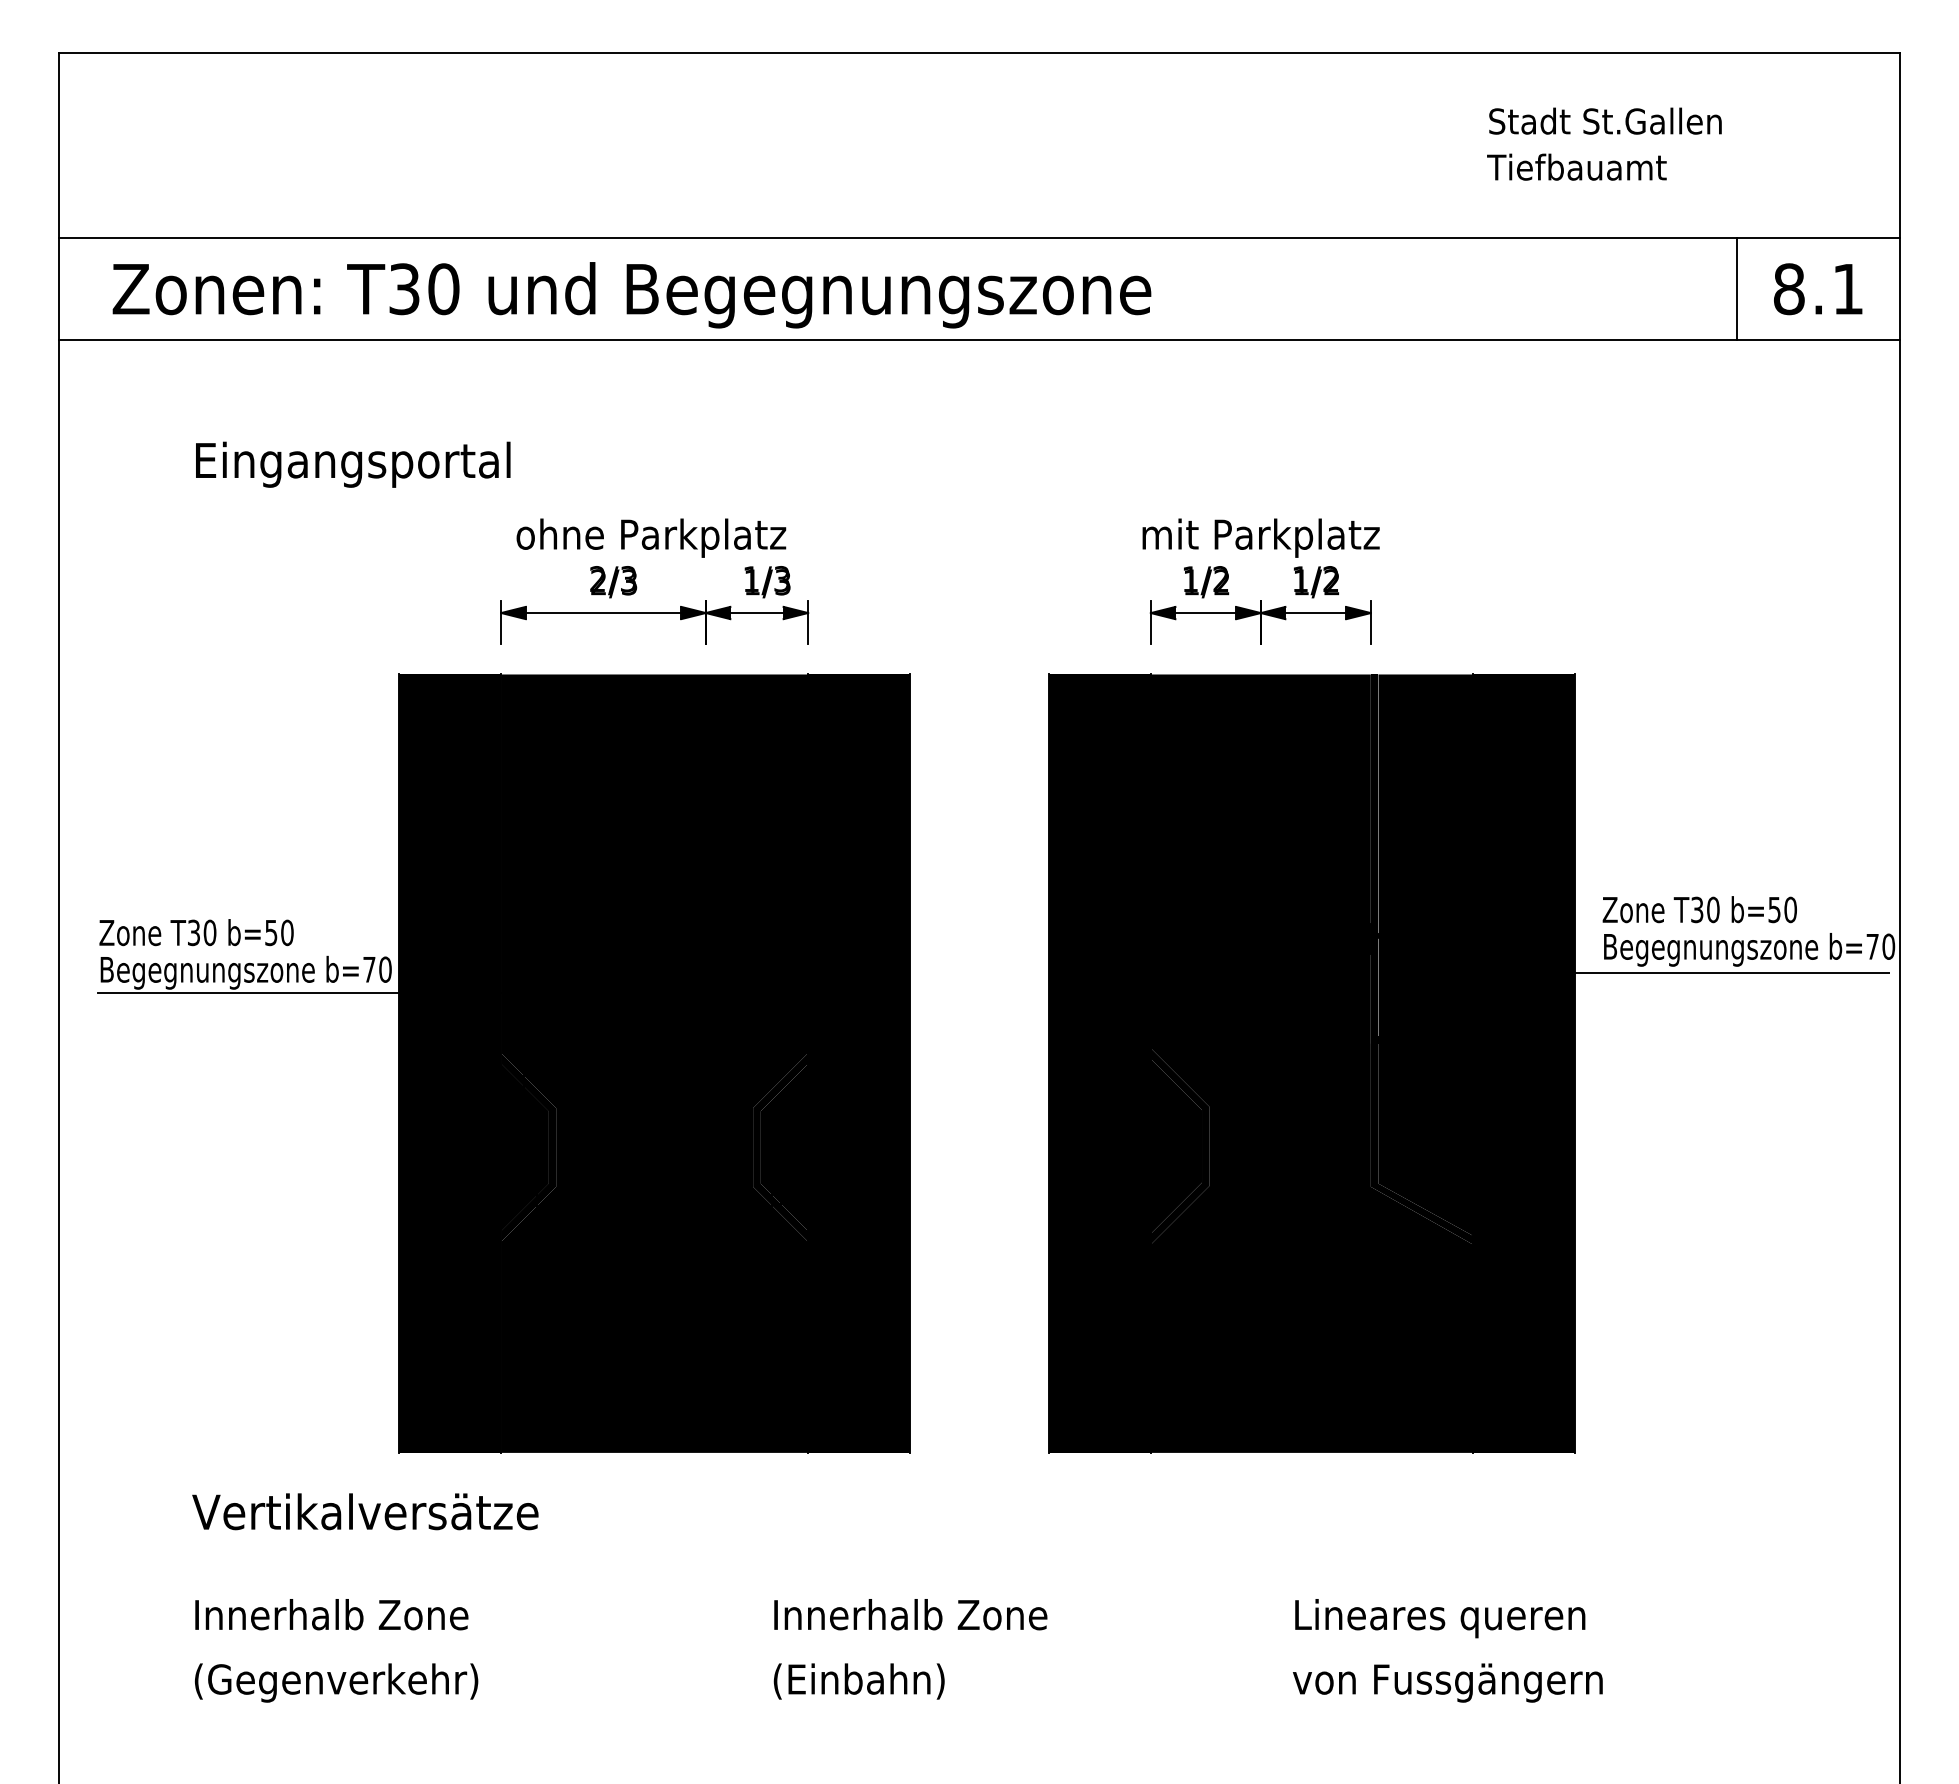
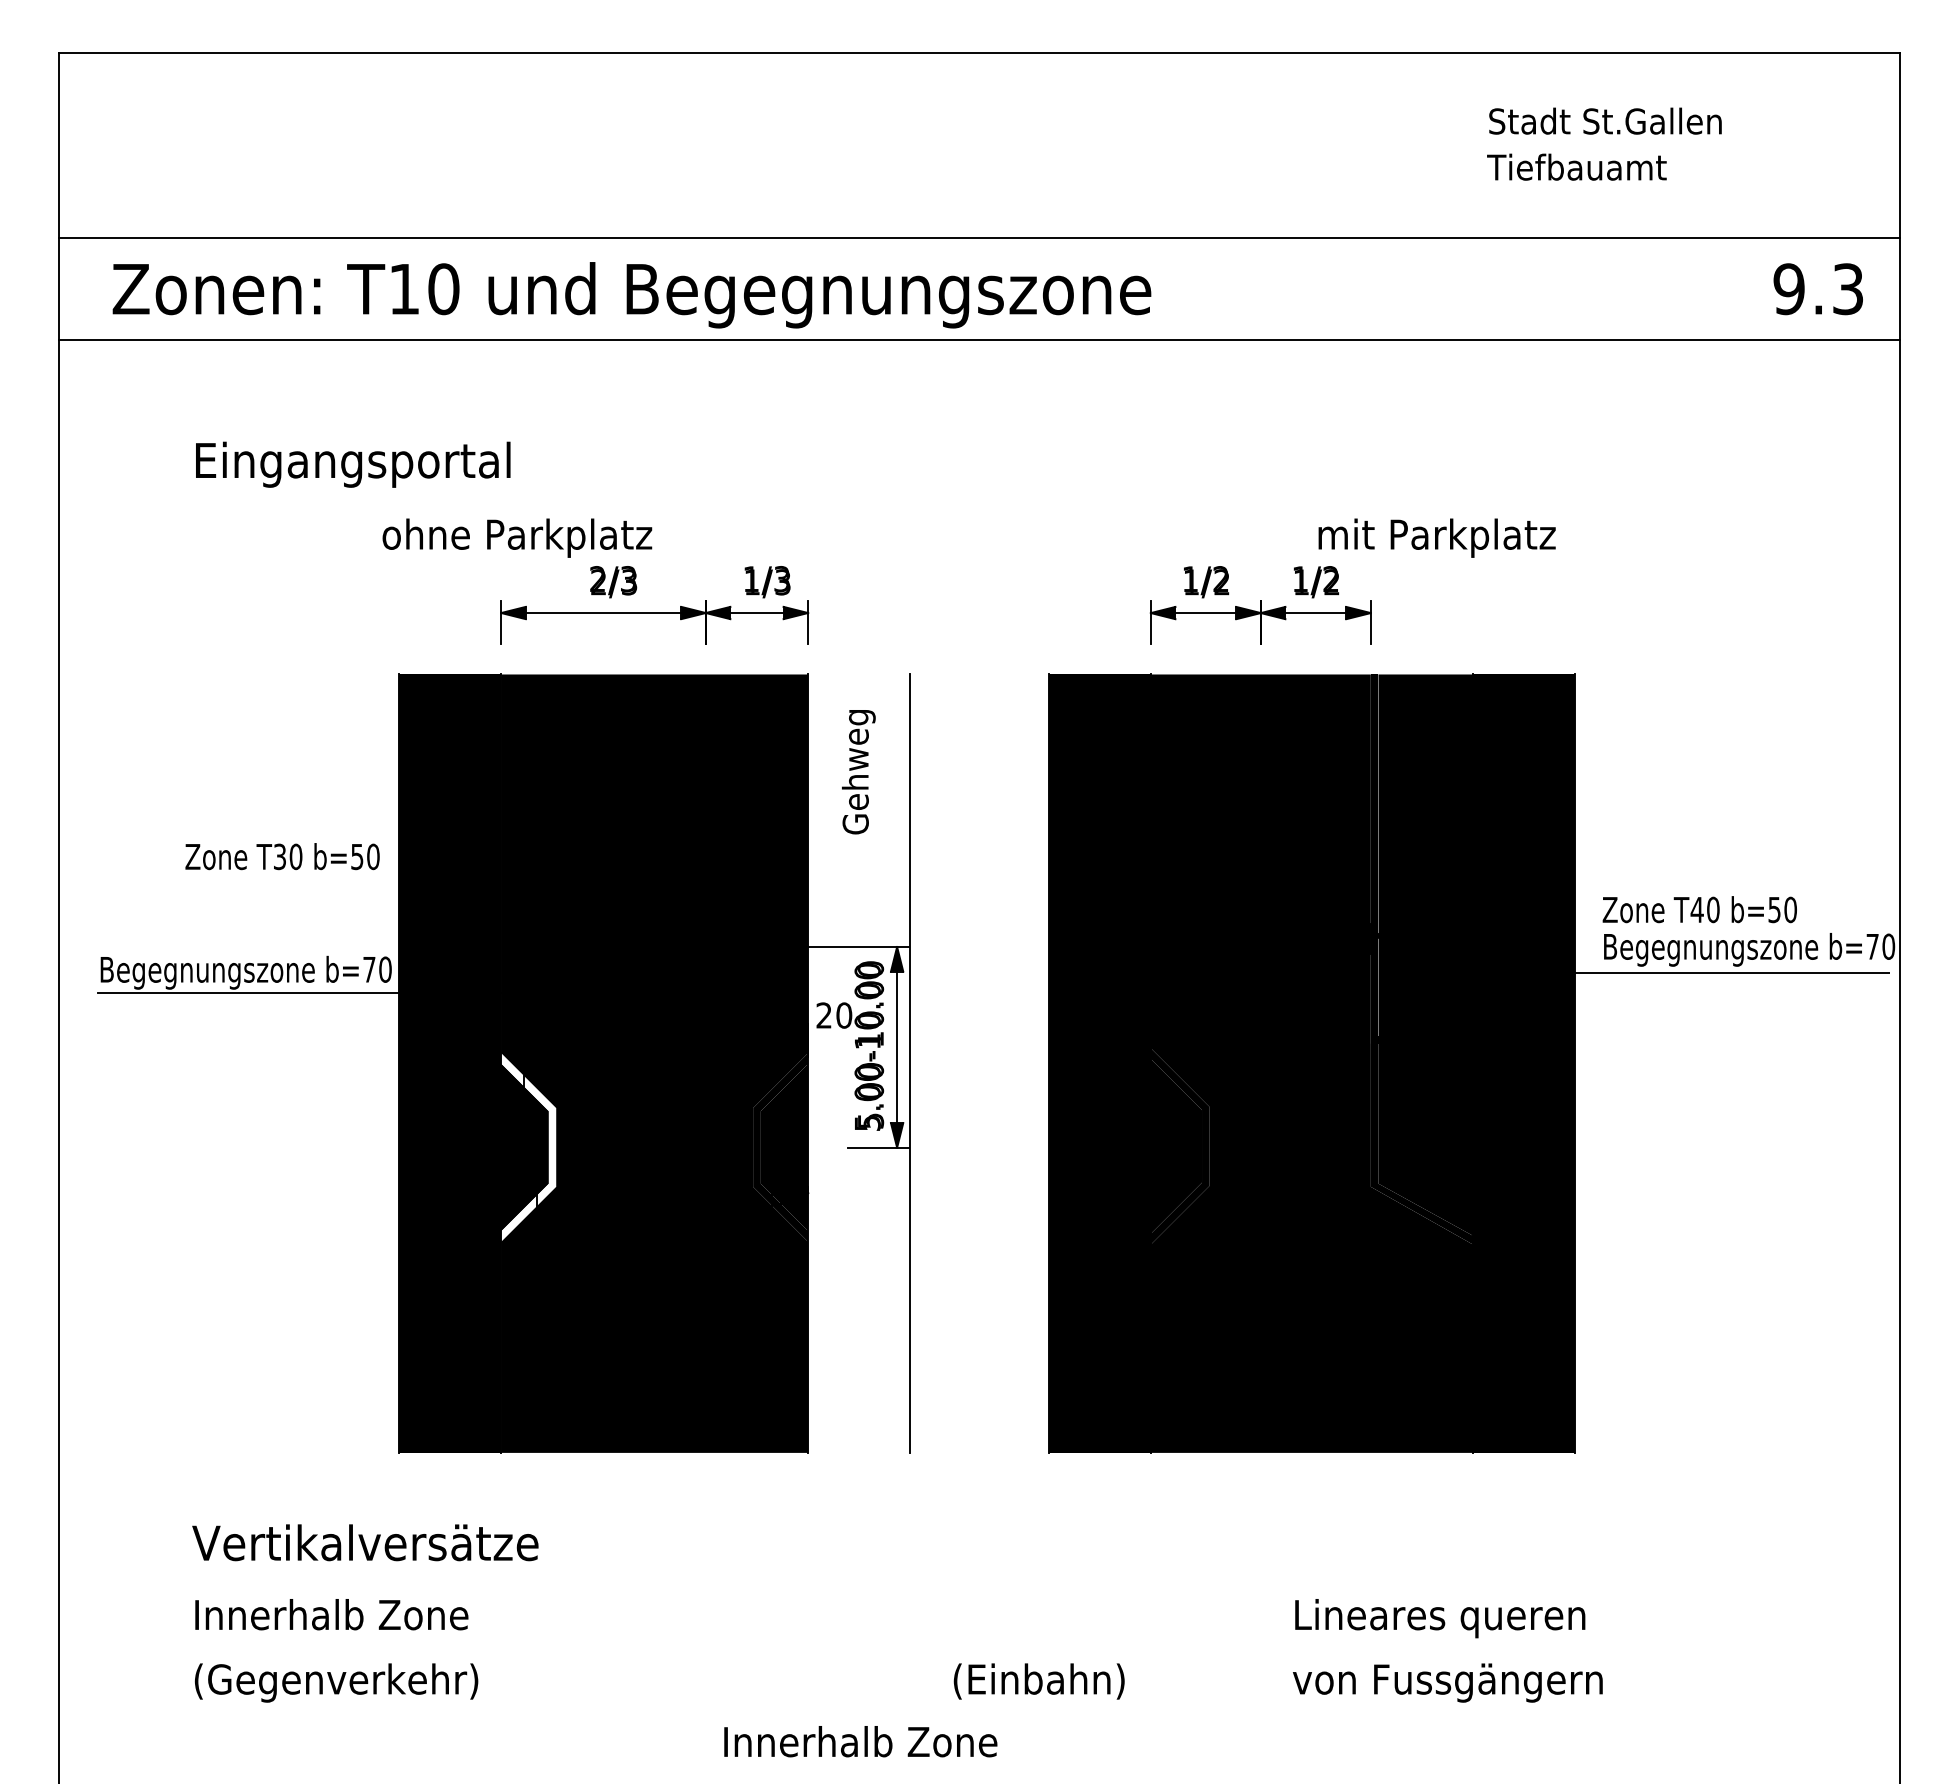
line at (1736, 288): present -> none
text at (404, 289): T30 -> T10
text at (1817, 289): 8.1 -> 9.3
text at (651, 537) position: (651, 537) -> (517, 537)
text at (1260, 537) position: (1260, 537) -> (1436, 537)
text at (1696, 909): T30 -> T40
text at (196, 932) position: (196, 932) -> (282, 856)
fill at (859, 1063): present -> none
fill at (528, 1147): present -> none
text at (365, 1511) position: (365, 1511) -> (365, 1542)
text at (910, 1614) position: (910, 1614) -> (860, 1741)
text at (858, 1681) position: (858, 1681) -> (1038, 1681)
